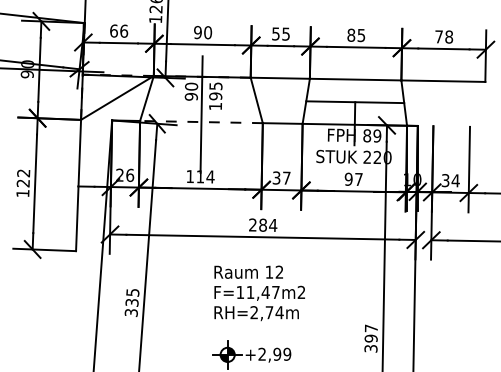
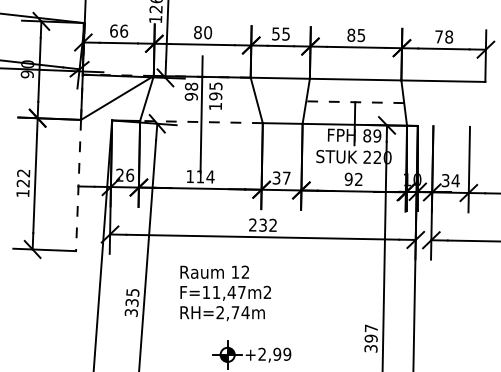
text at (197, 32): 90 -> 80
text at (191, 86): 90 -> 98
line at (355, 102): solid -> dashed
text at (358, 178): 97 -> 92
line at (78, 185): solid -> dashed
text at (268, 224): 284 -> 232
text at (259, 293) position: (259, 293) -> (225, 293)
